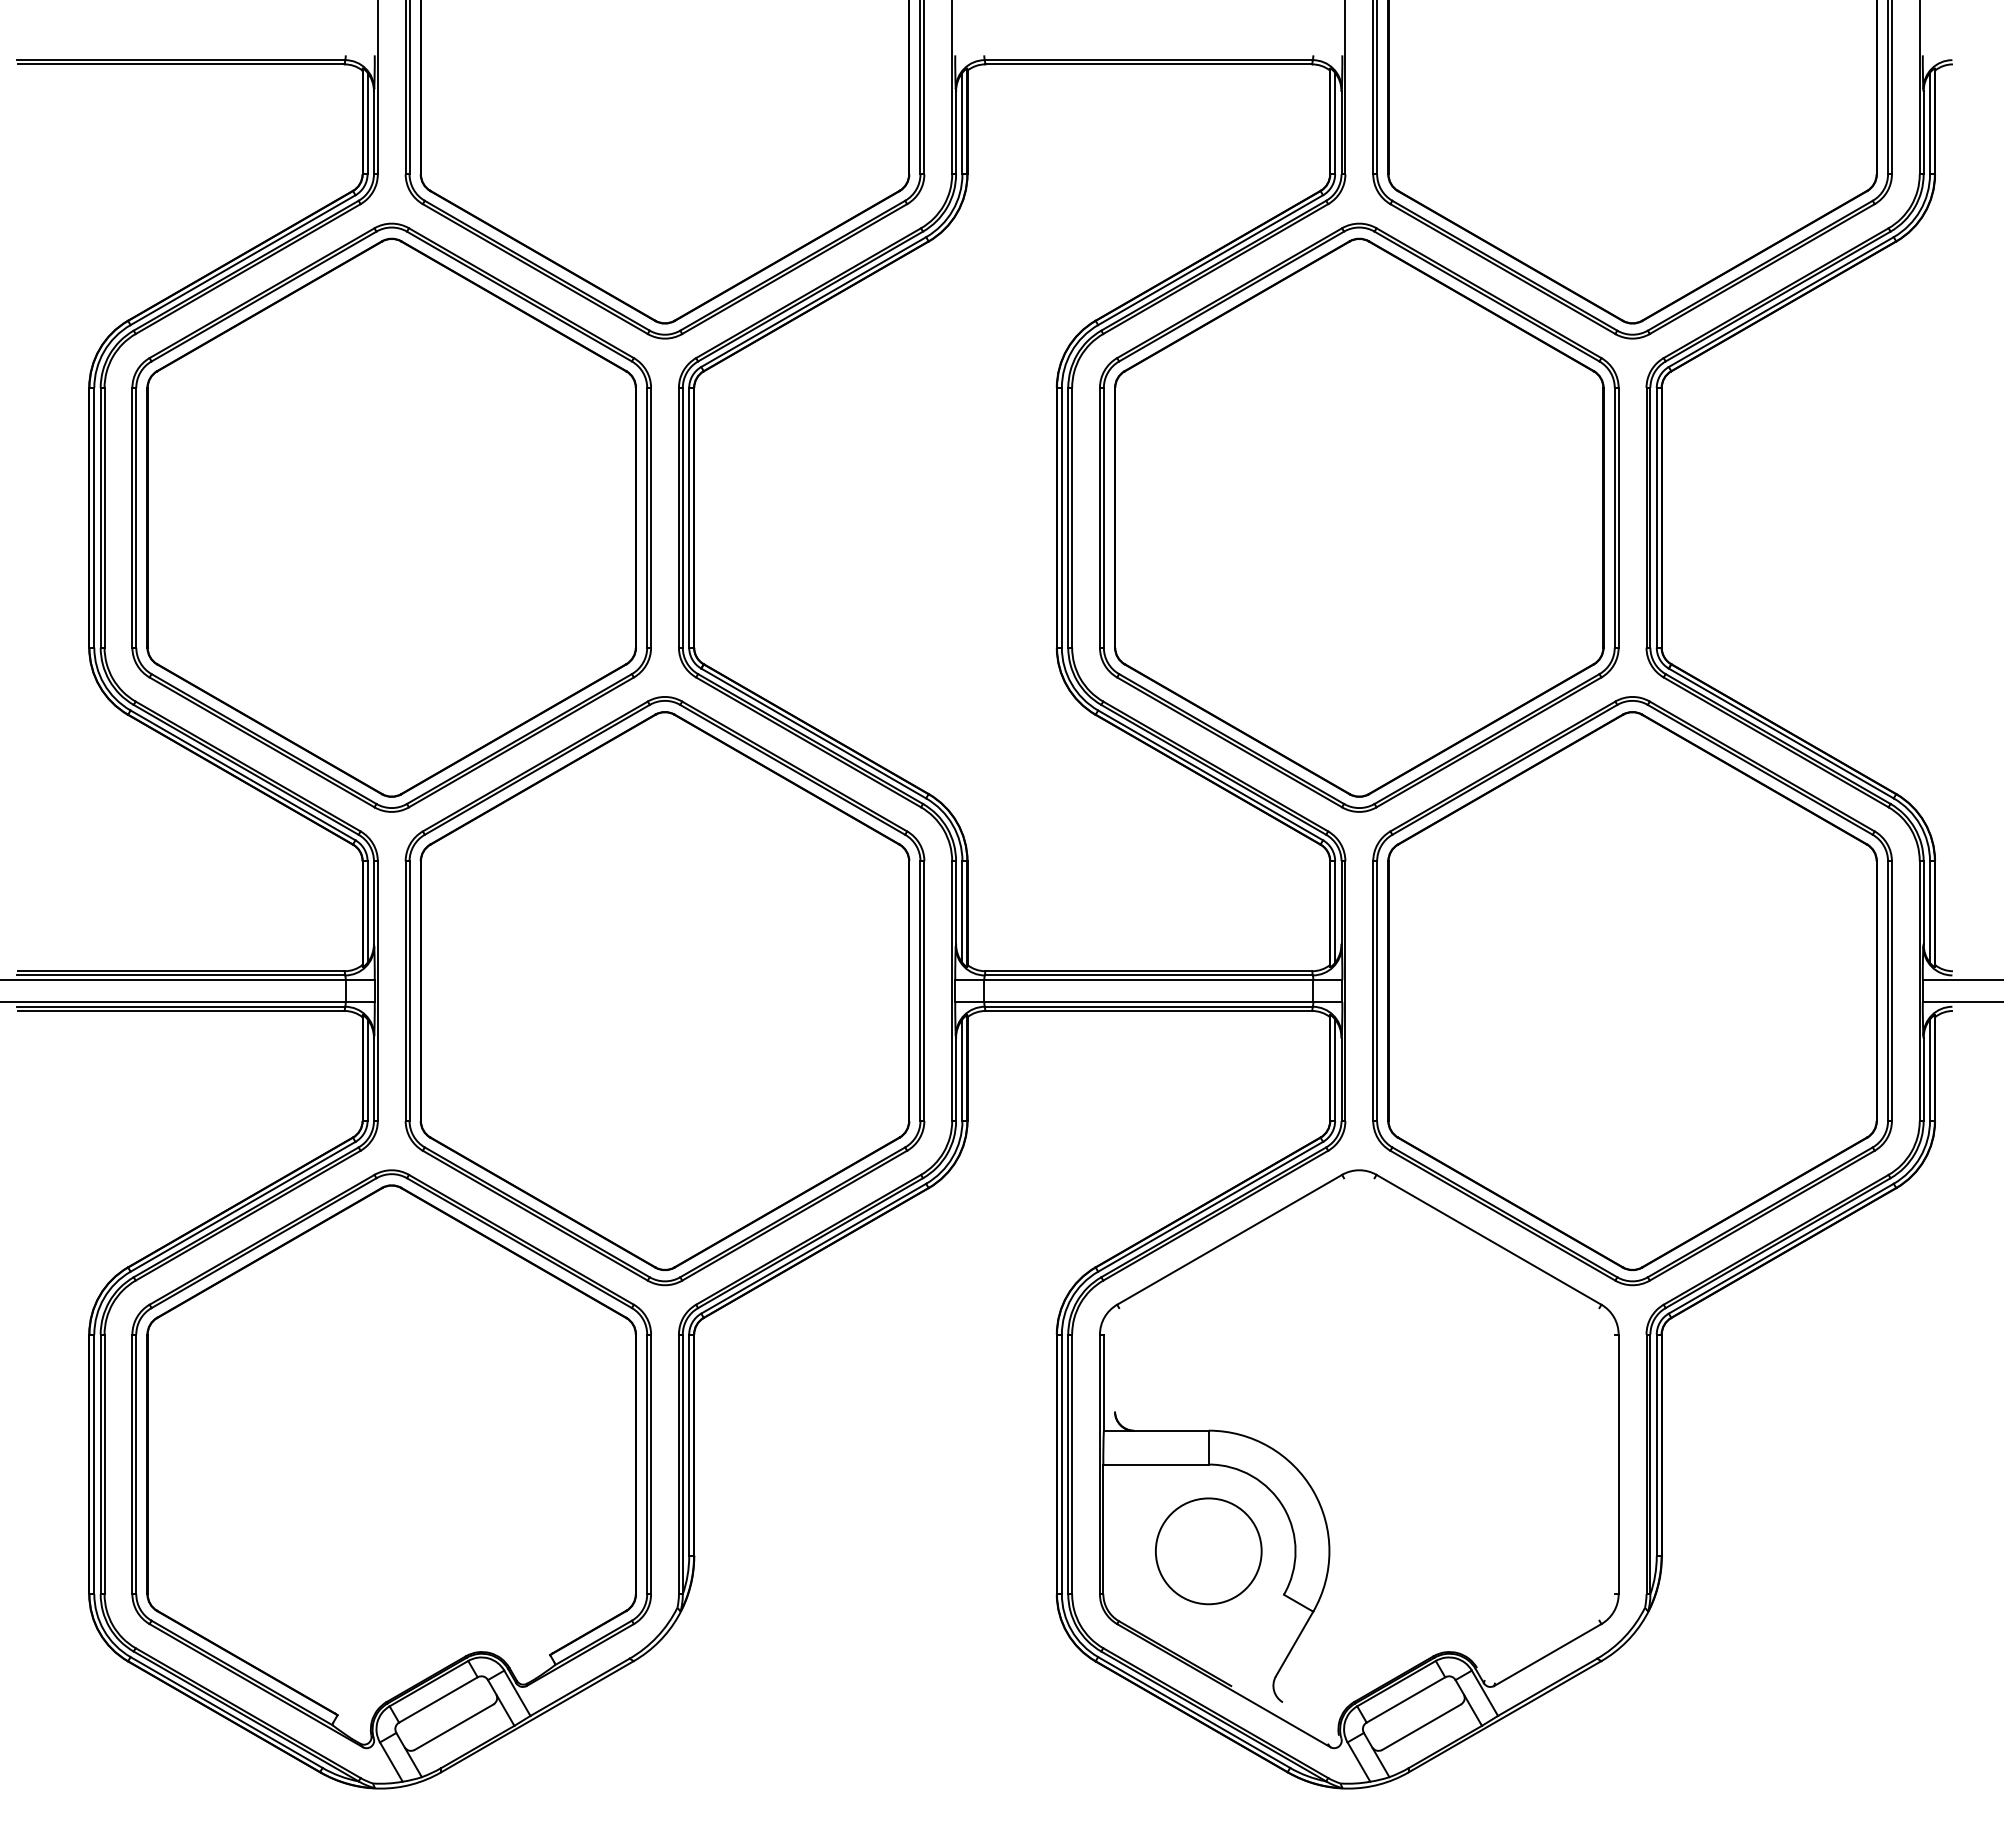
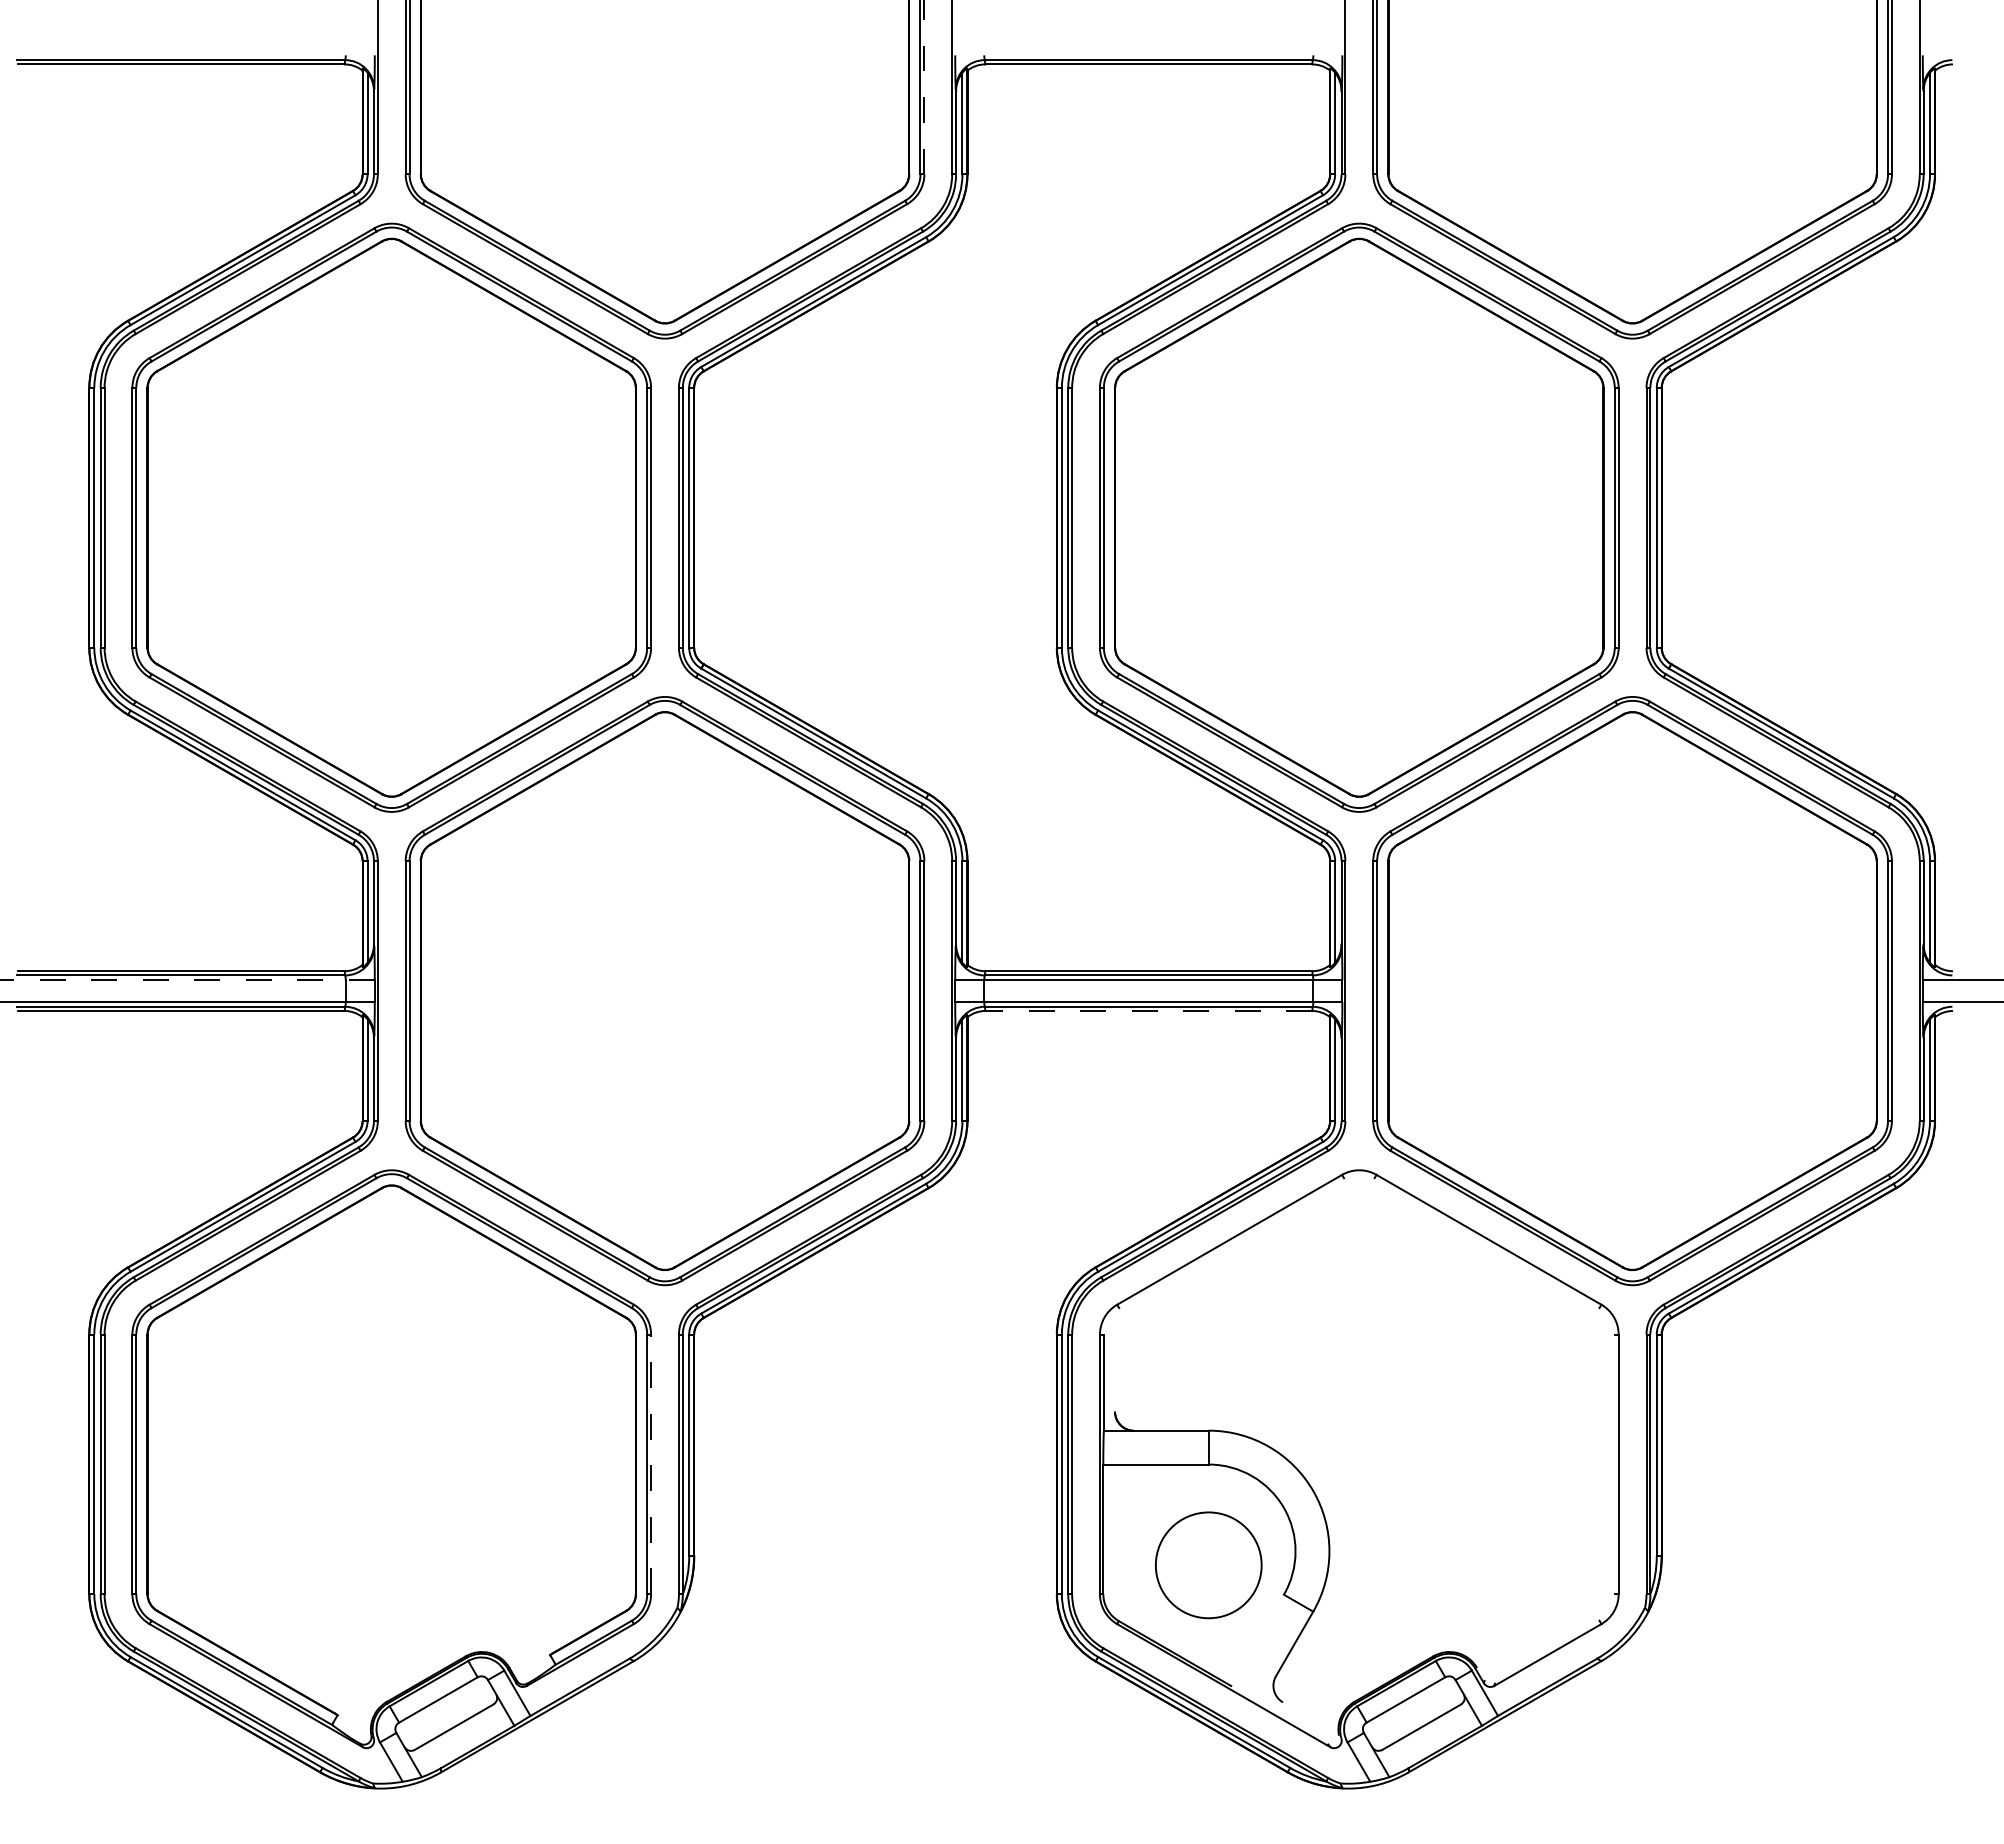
line at (924, 87): solid -> dashed
line at (187, 980): solid -> dashed
line at (1148, 1011): solid -> dashed
line at (651, 1464): solid -> dashed
circle at (1208, 1551) position: (1208, 1551) -> (1208, 1565)
